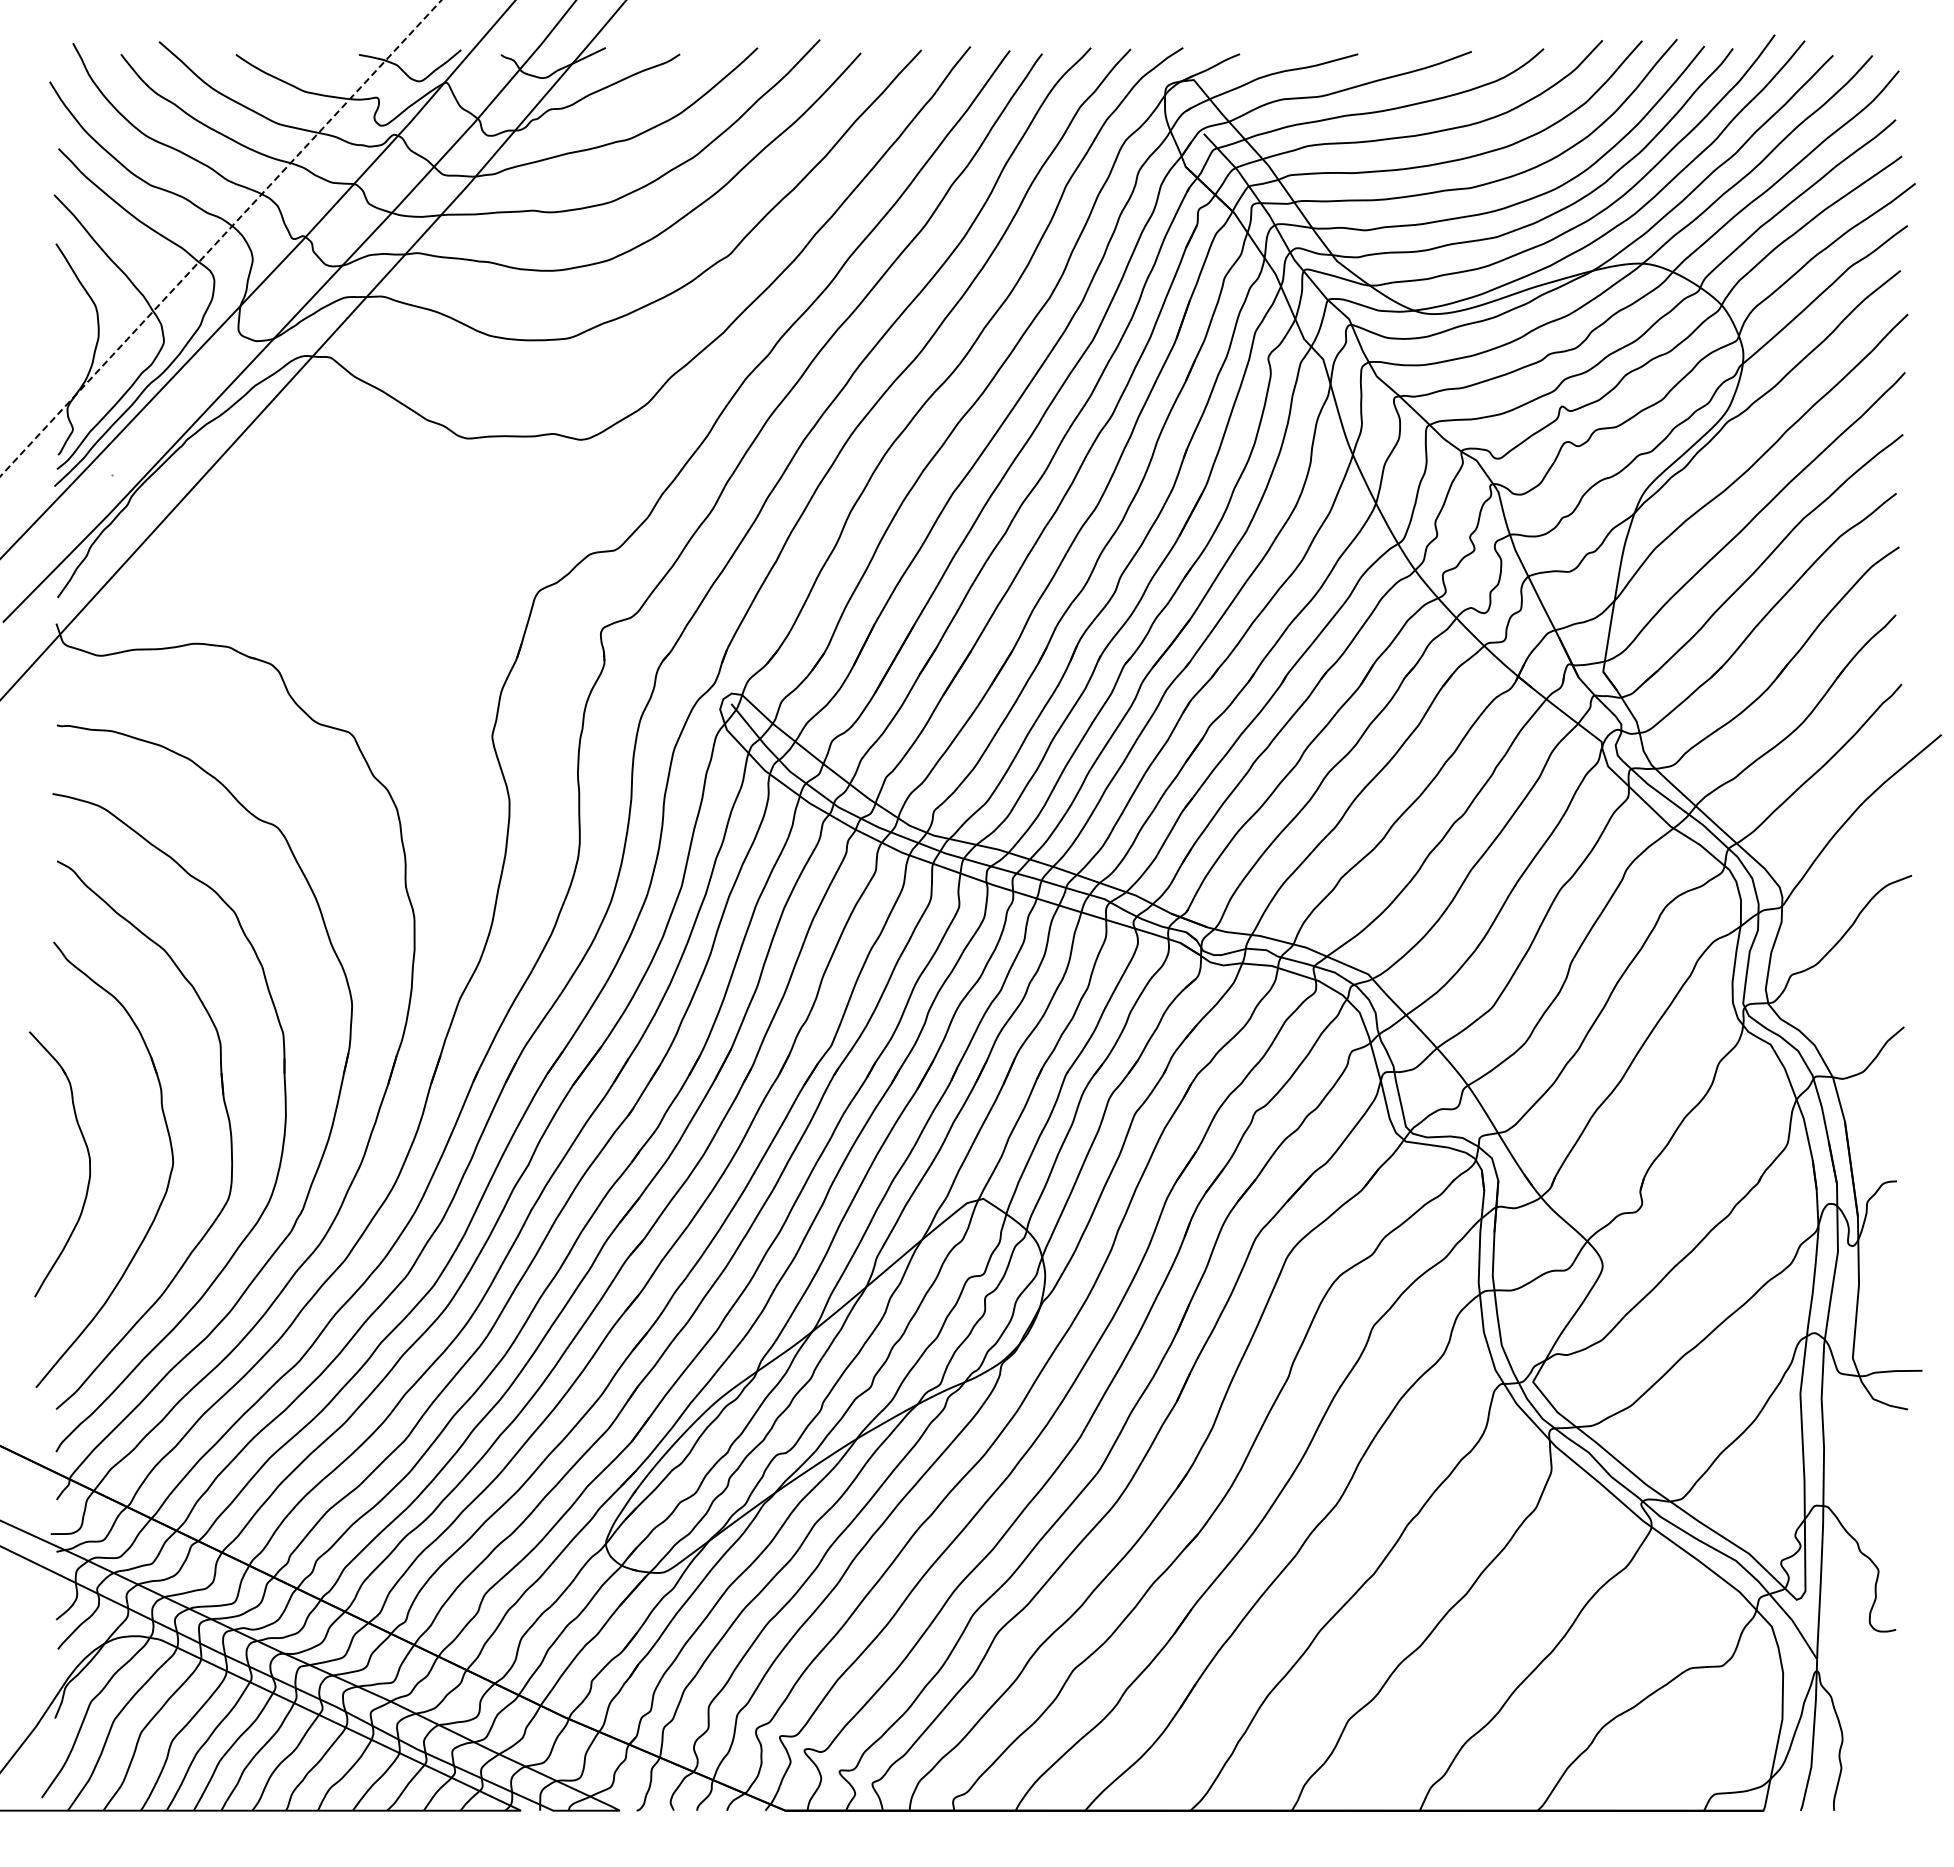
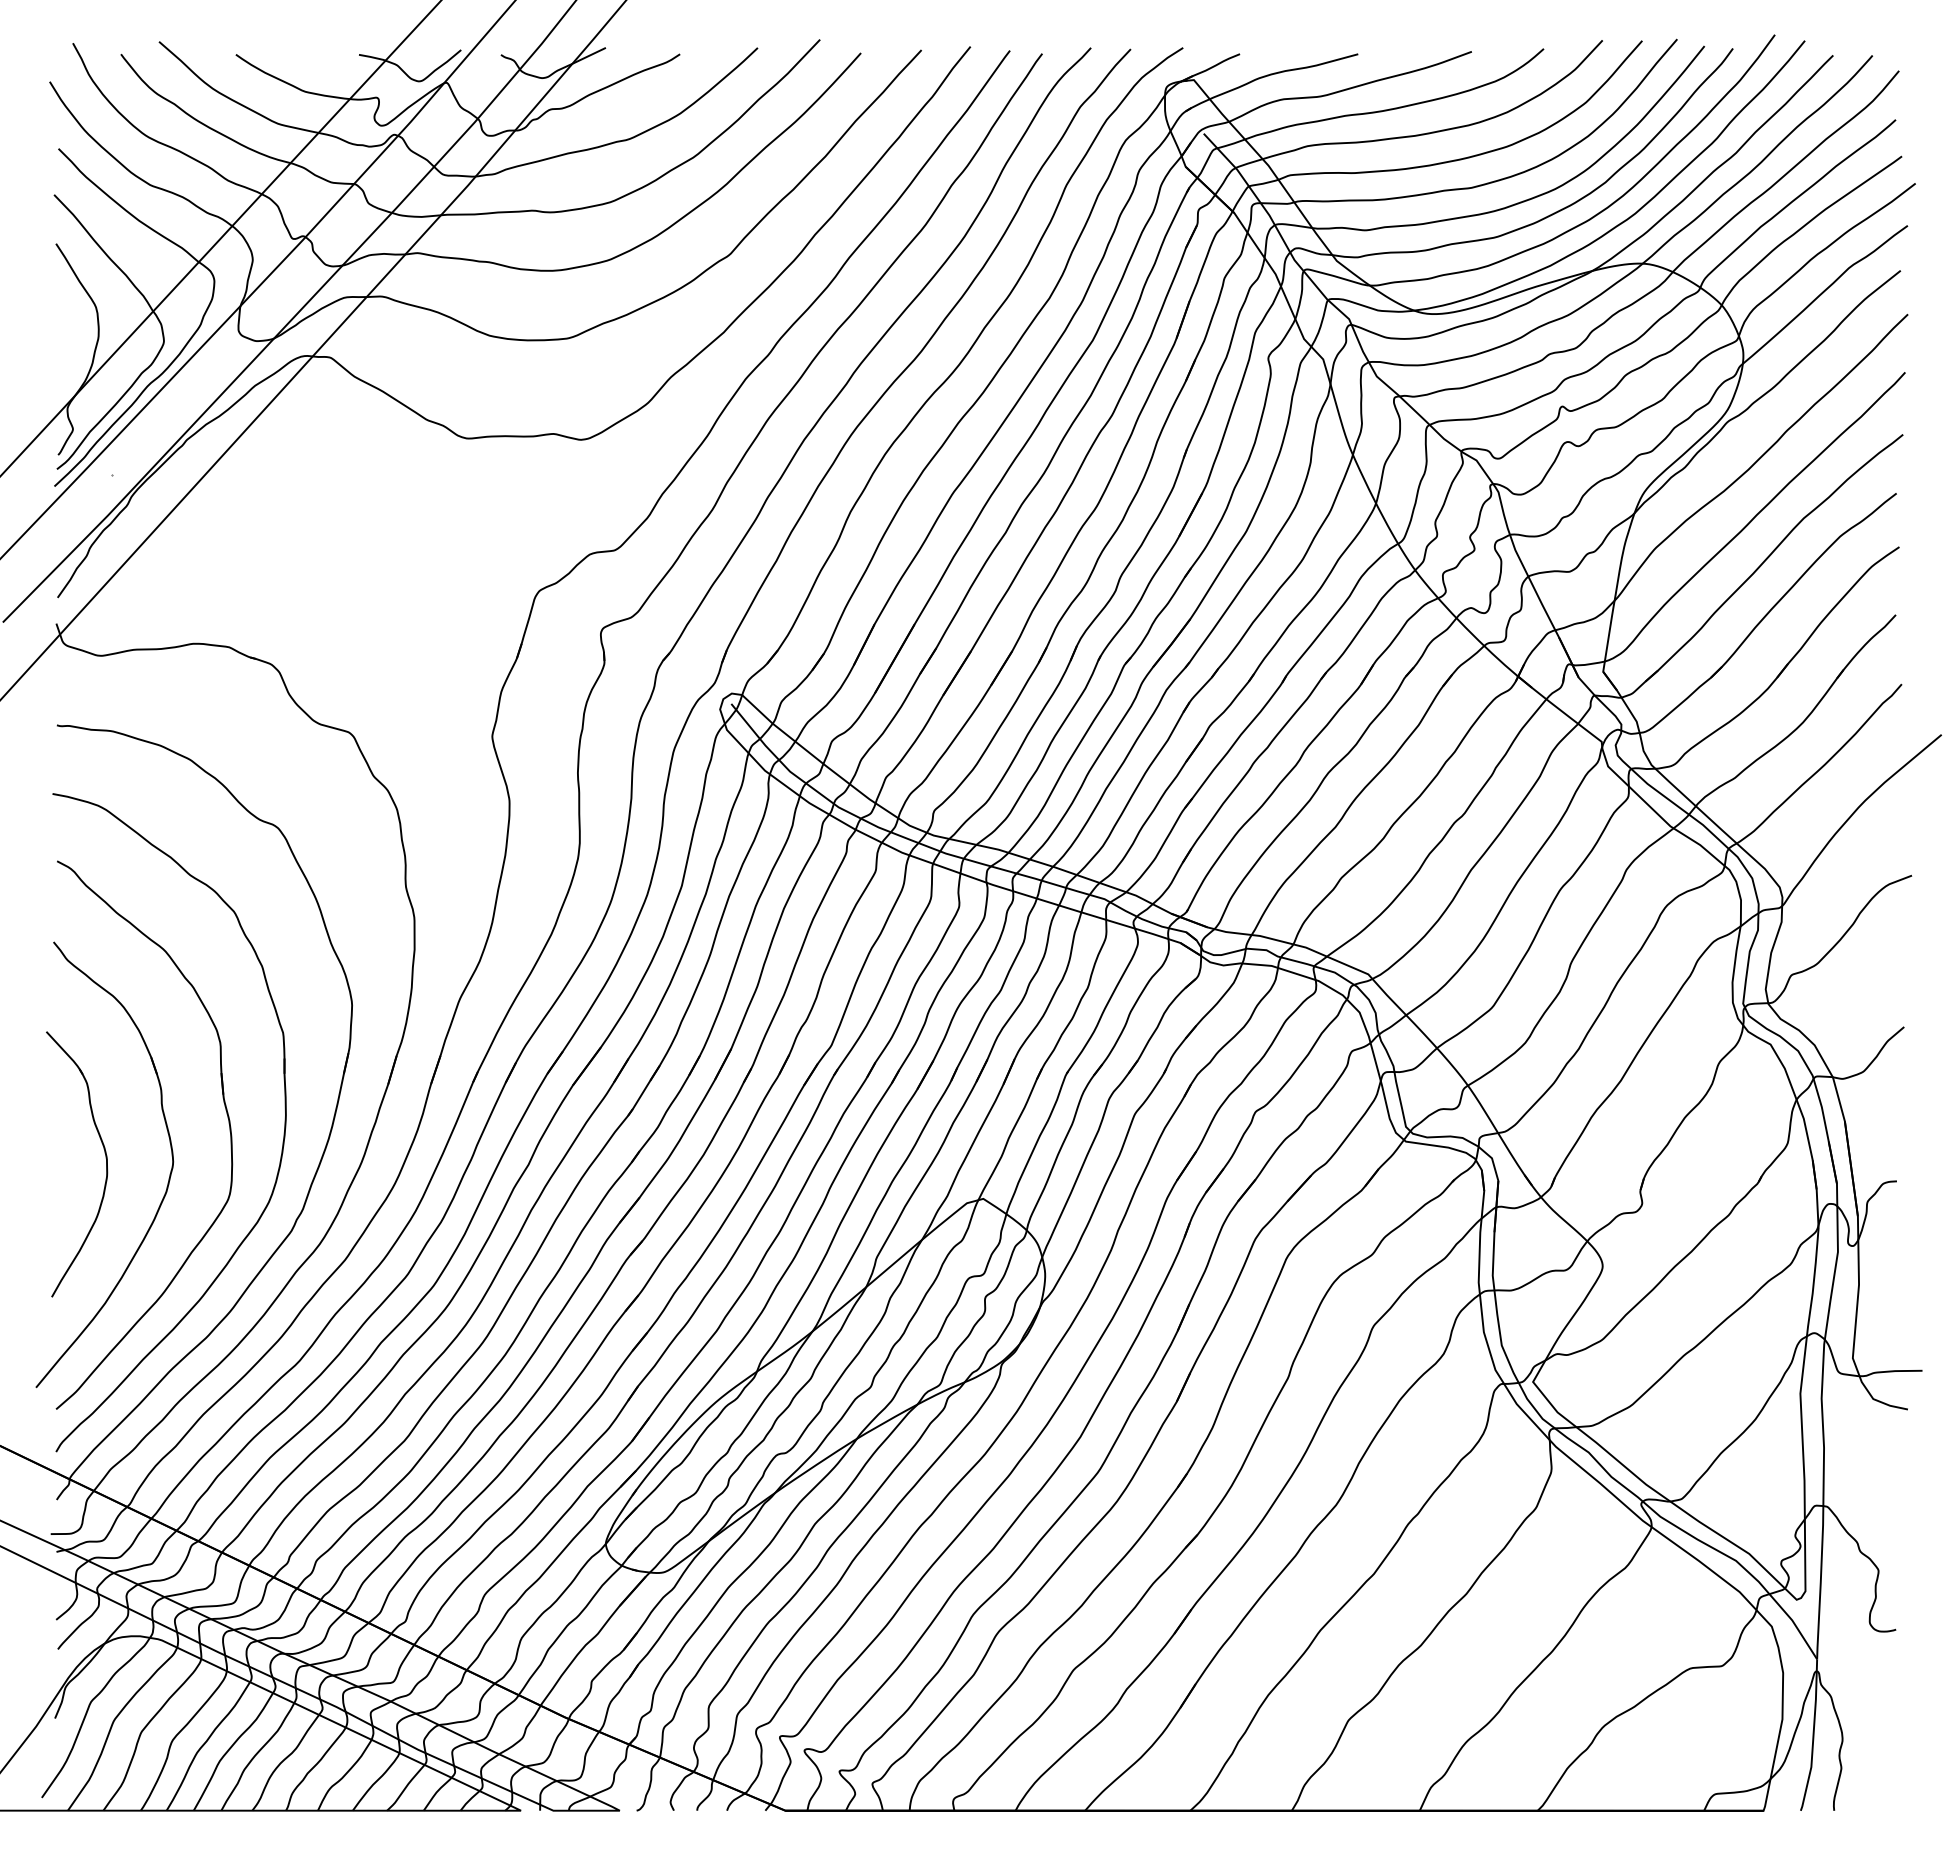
line at (221, 238): dashed -> solid
part at (88, 1158) position: (88, 1158) -> (105, 1158)
